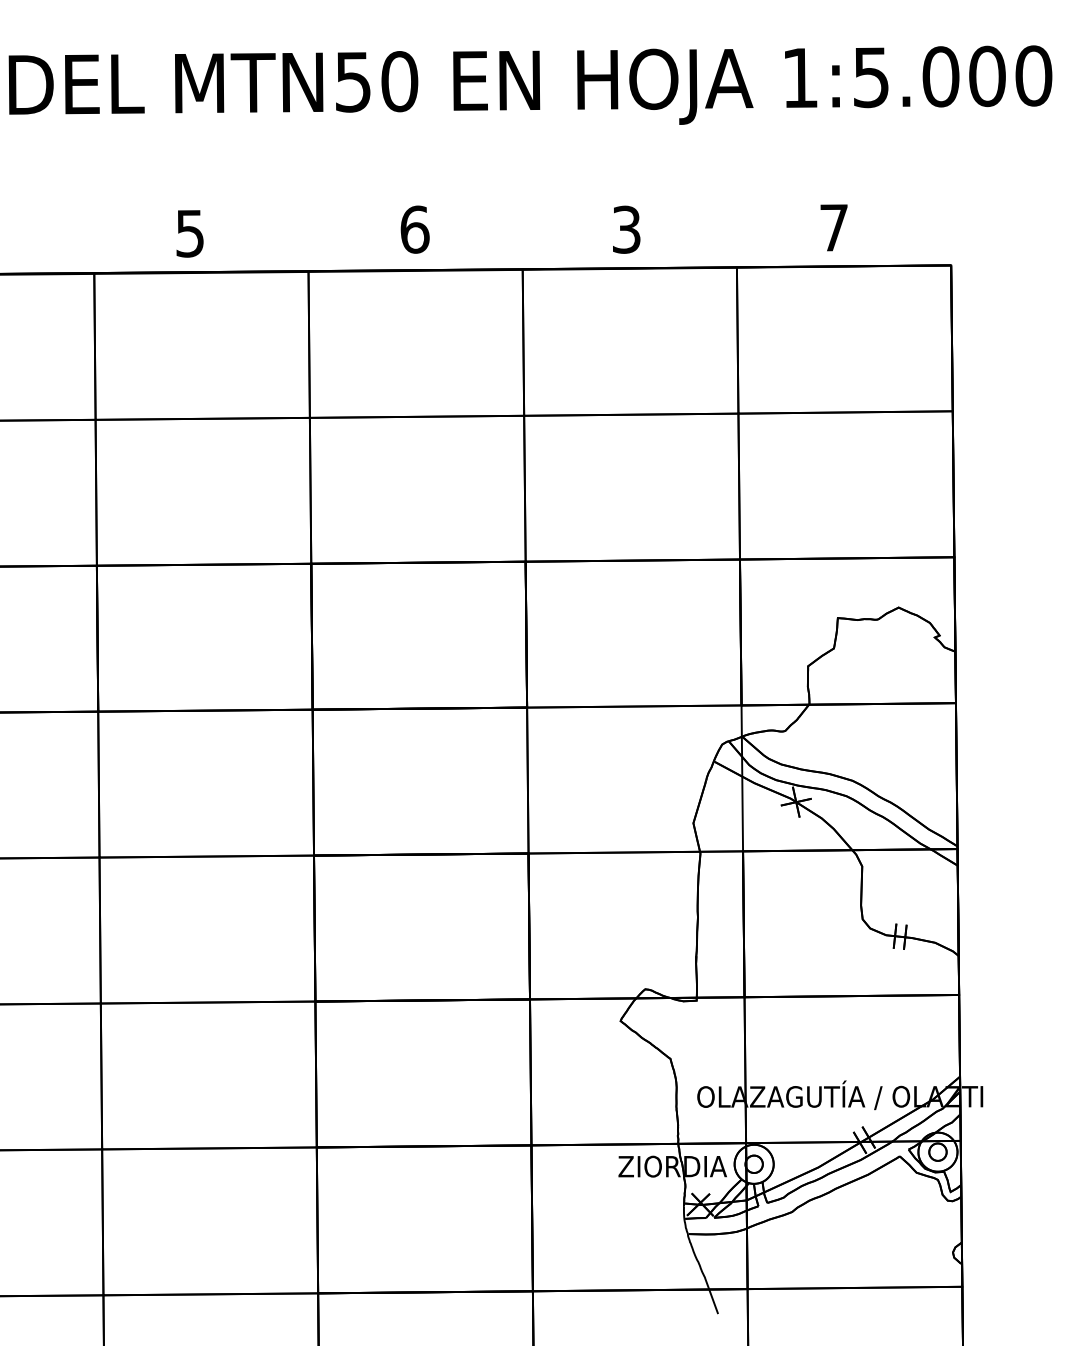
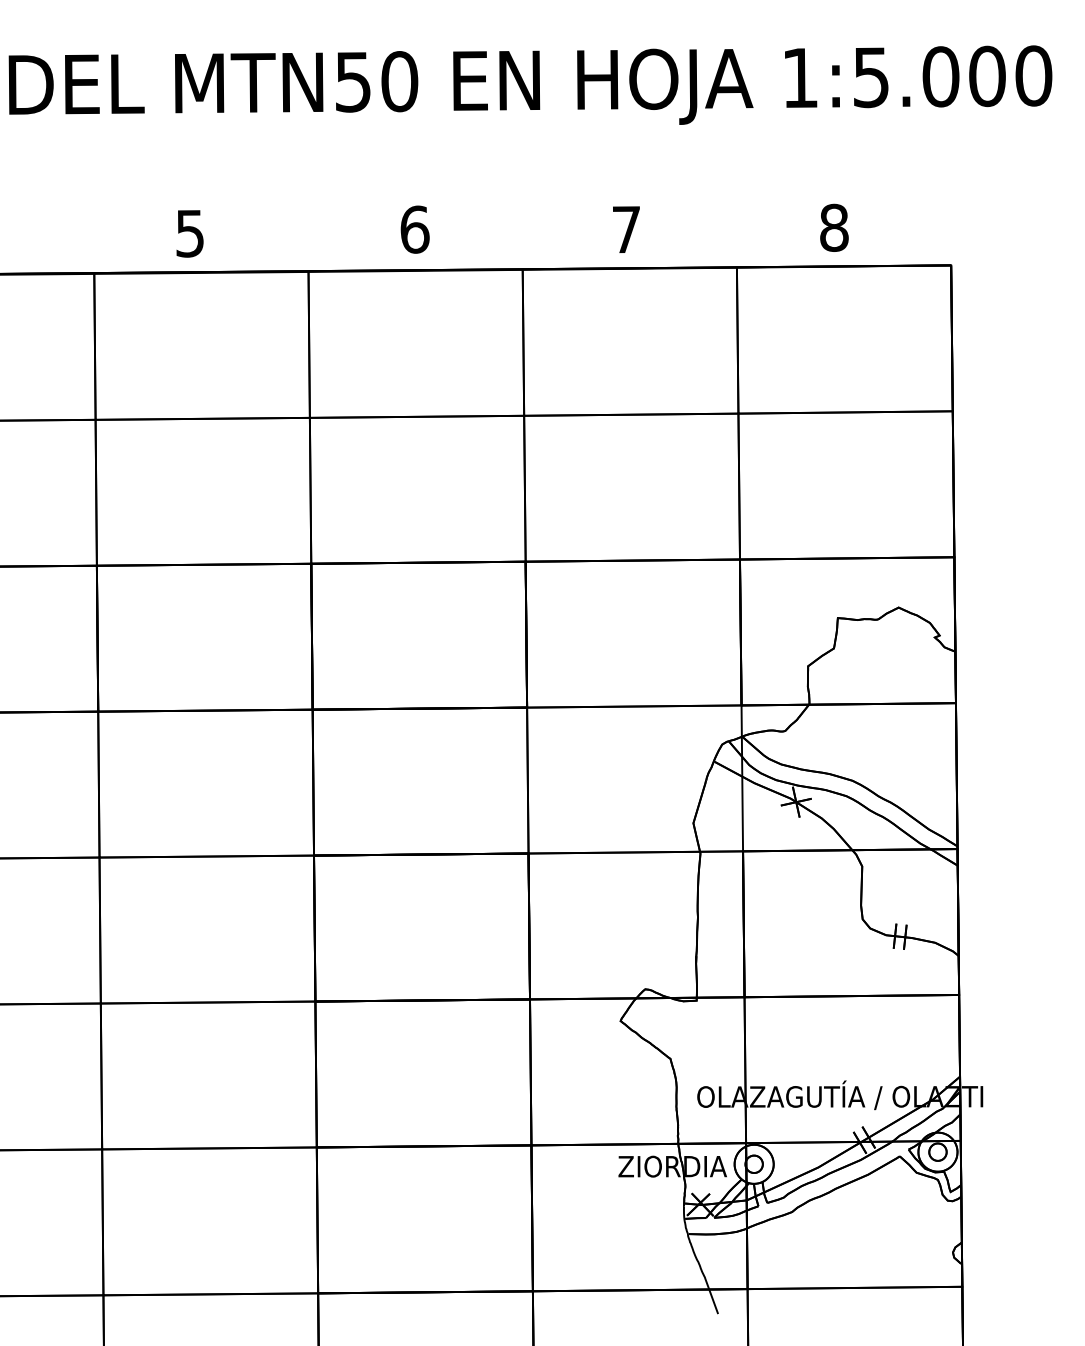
text at (834, 227): 7 -> 8
text at (626, 229): 3 -> 7
